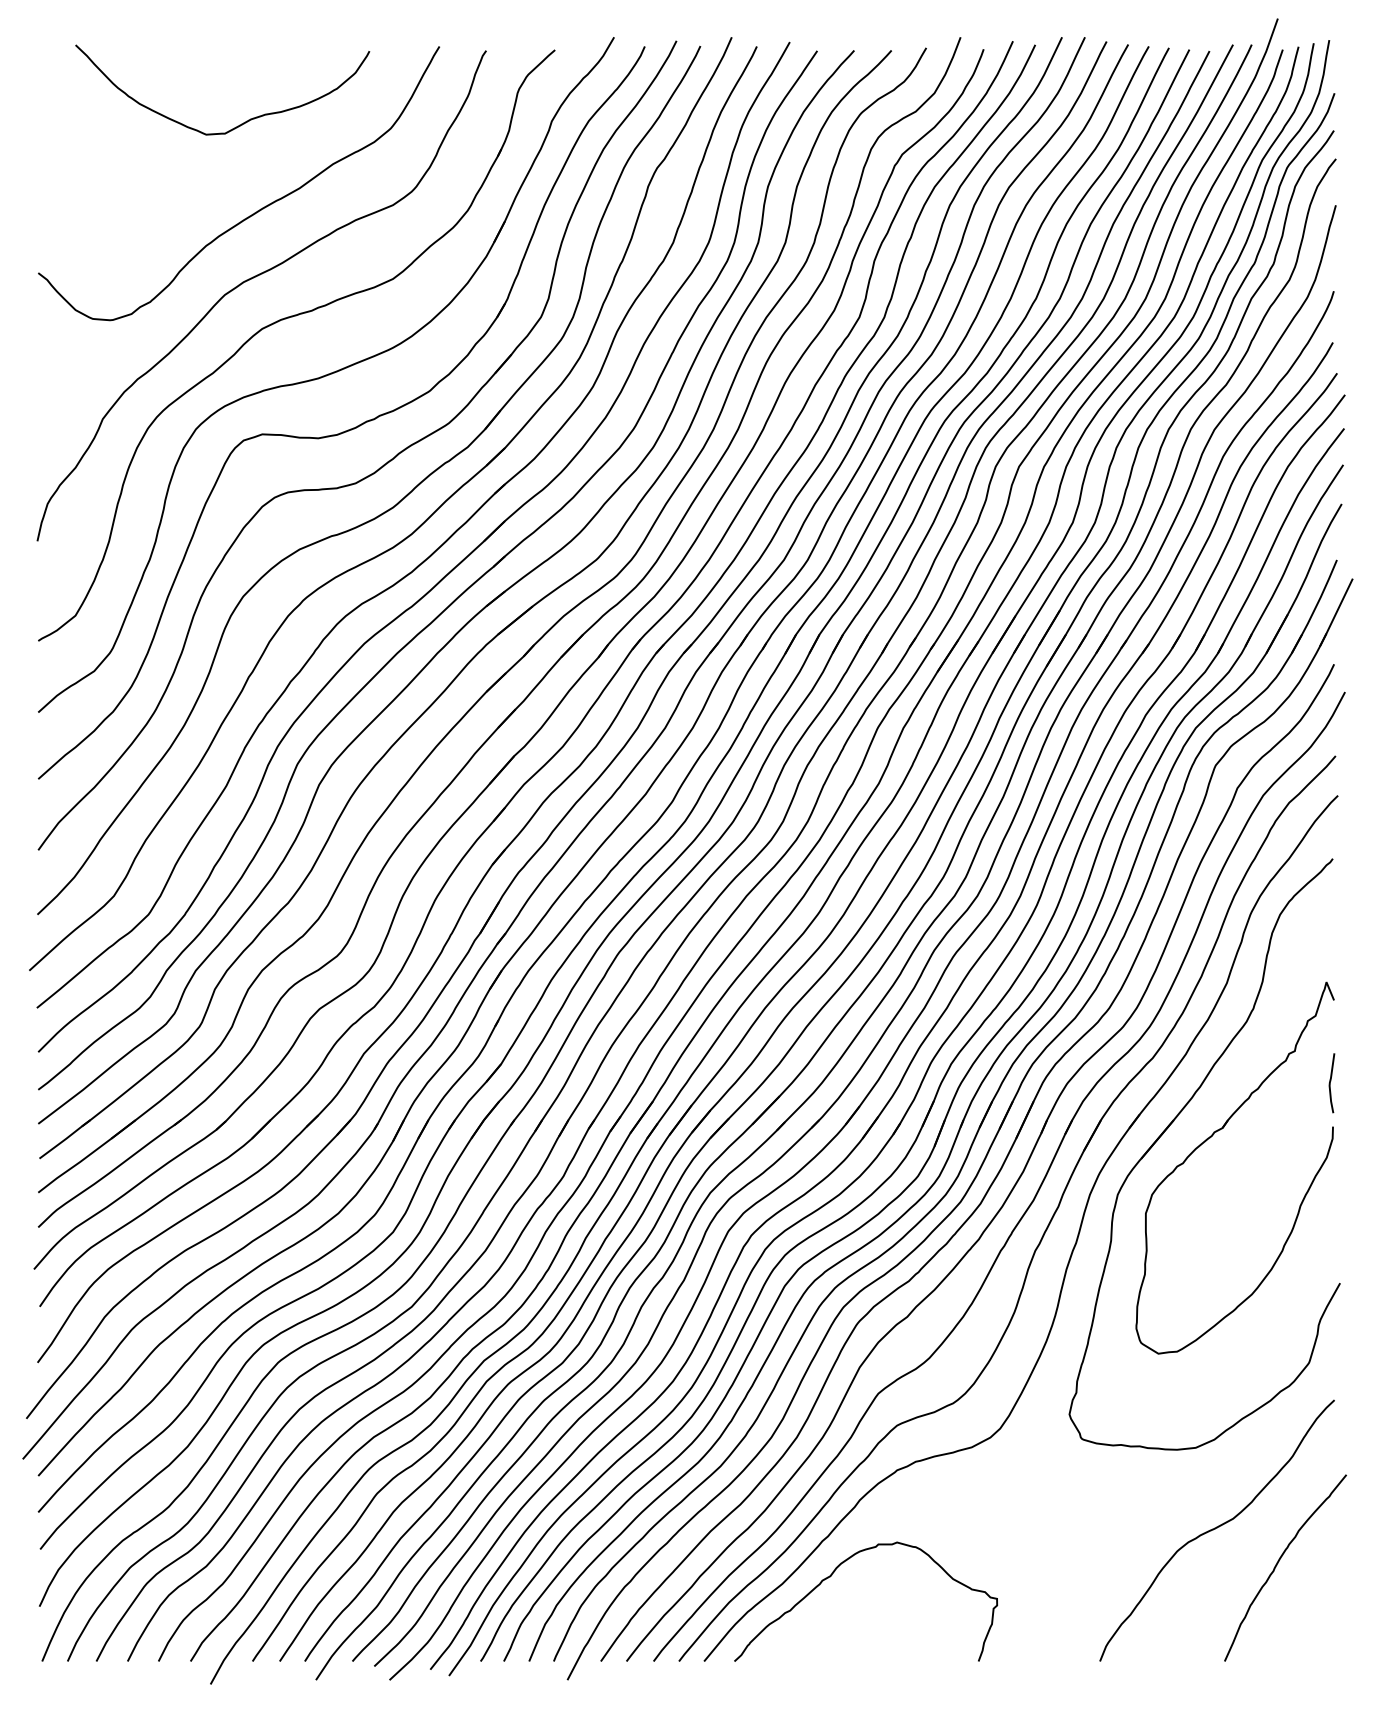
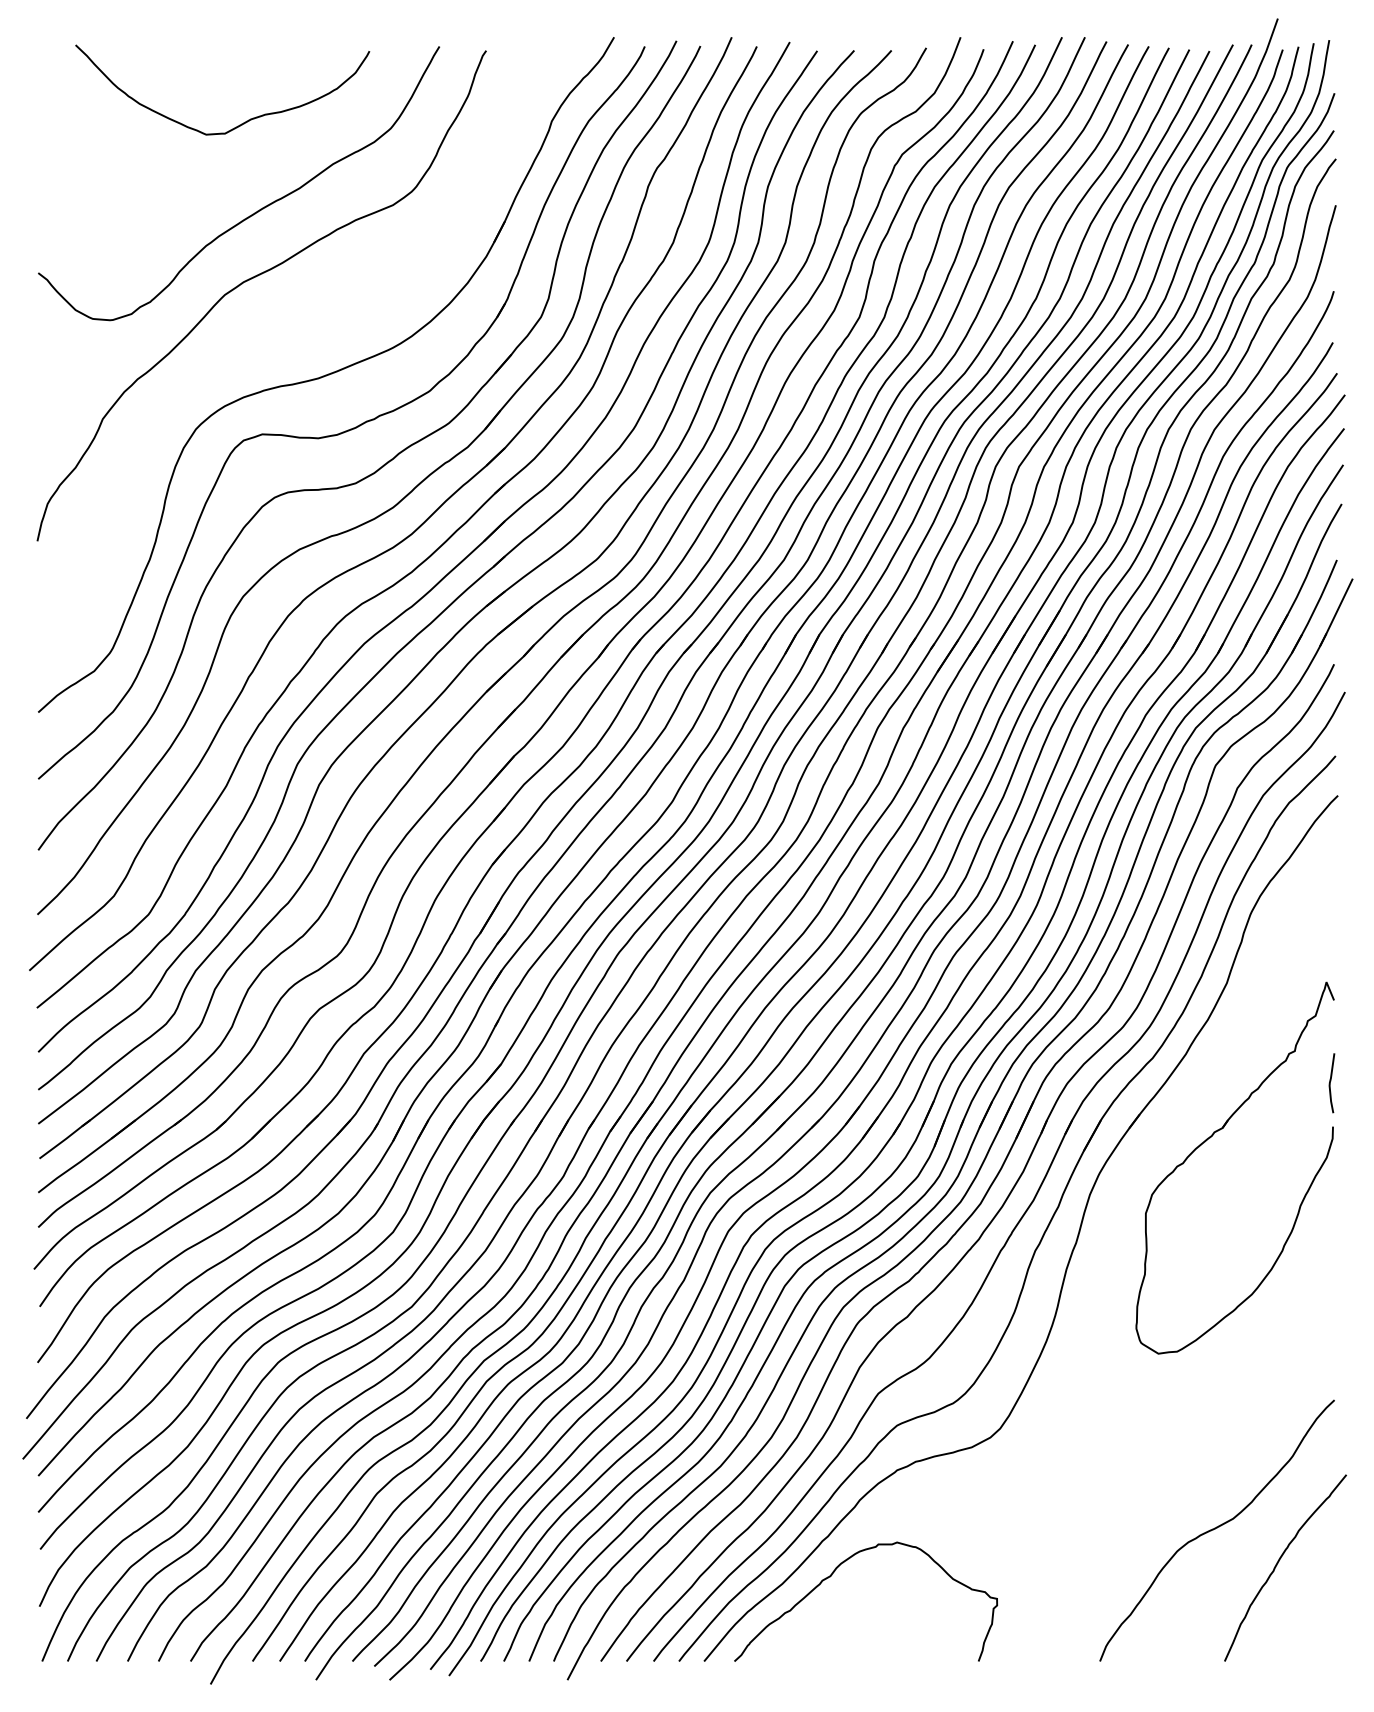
part at (286, 319): present -> none
part at (1168, 1128): present -> none
